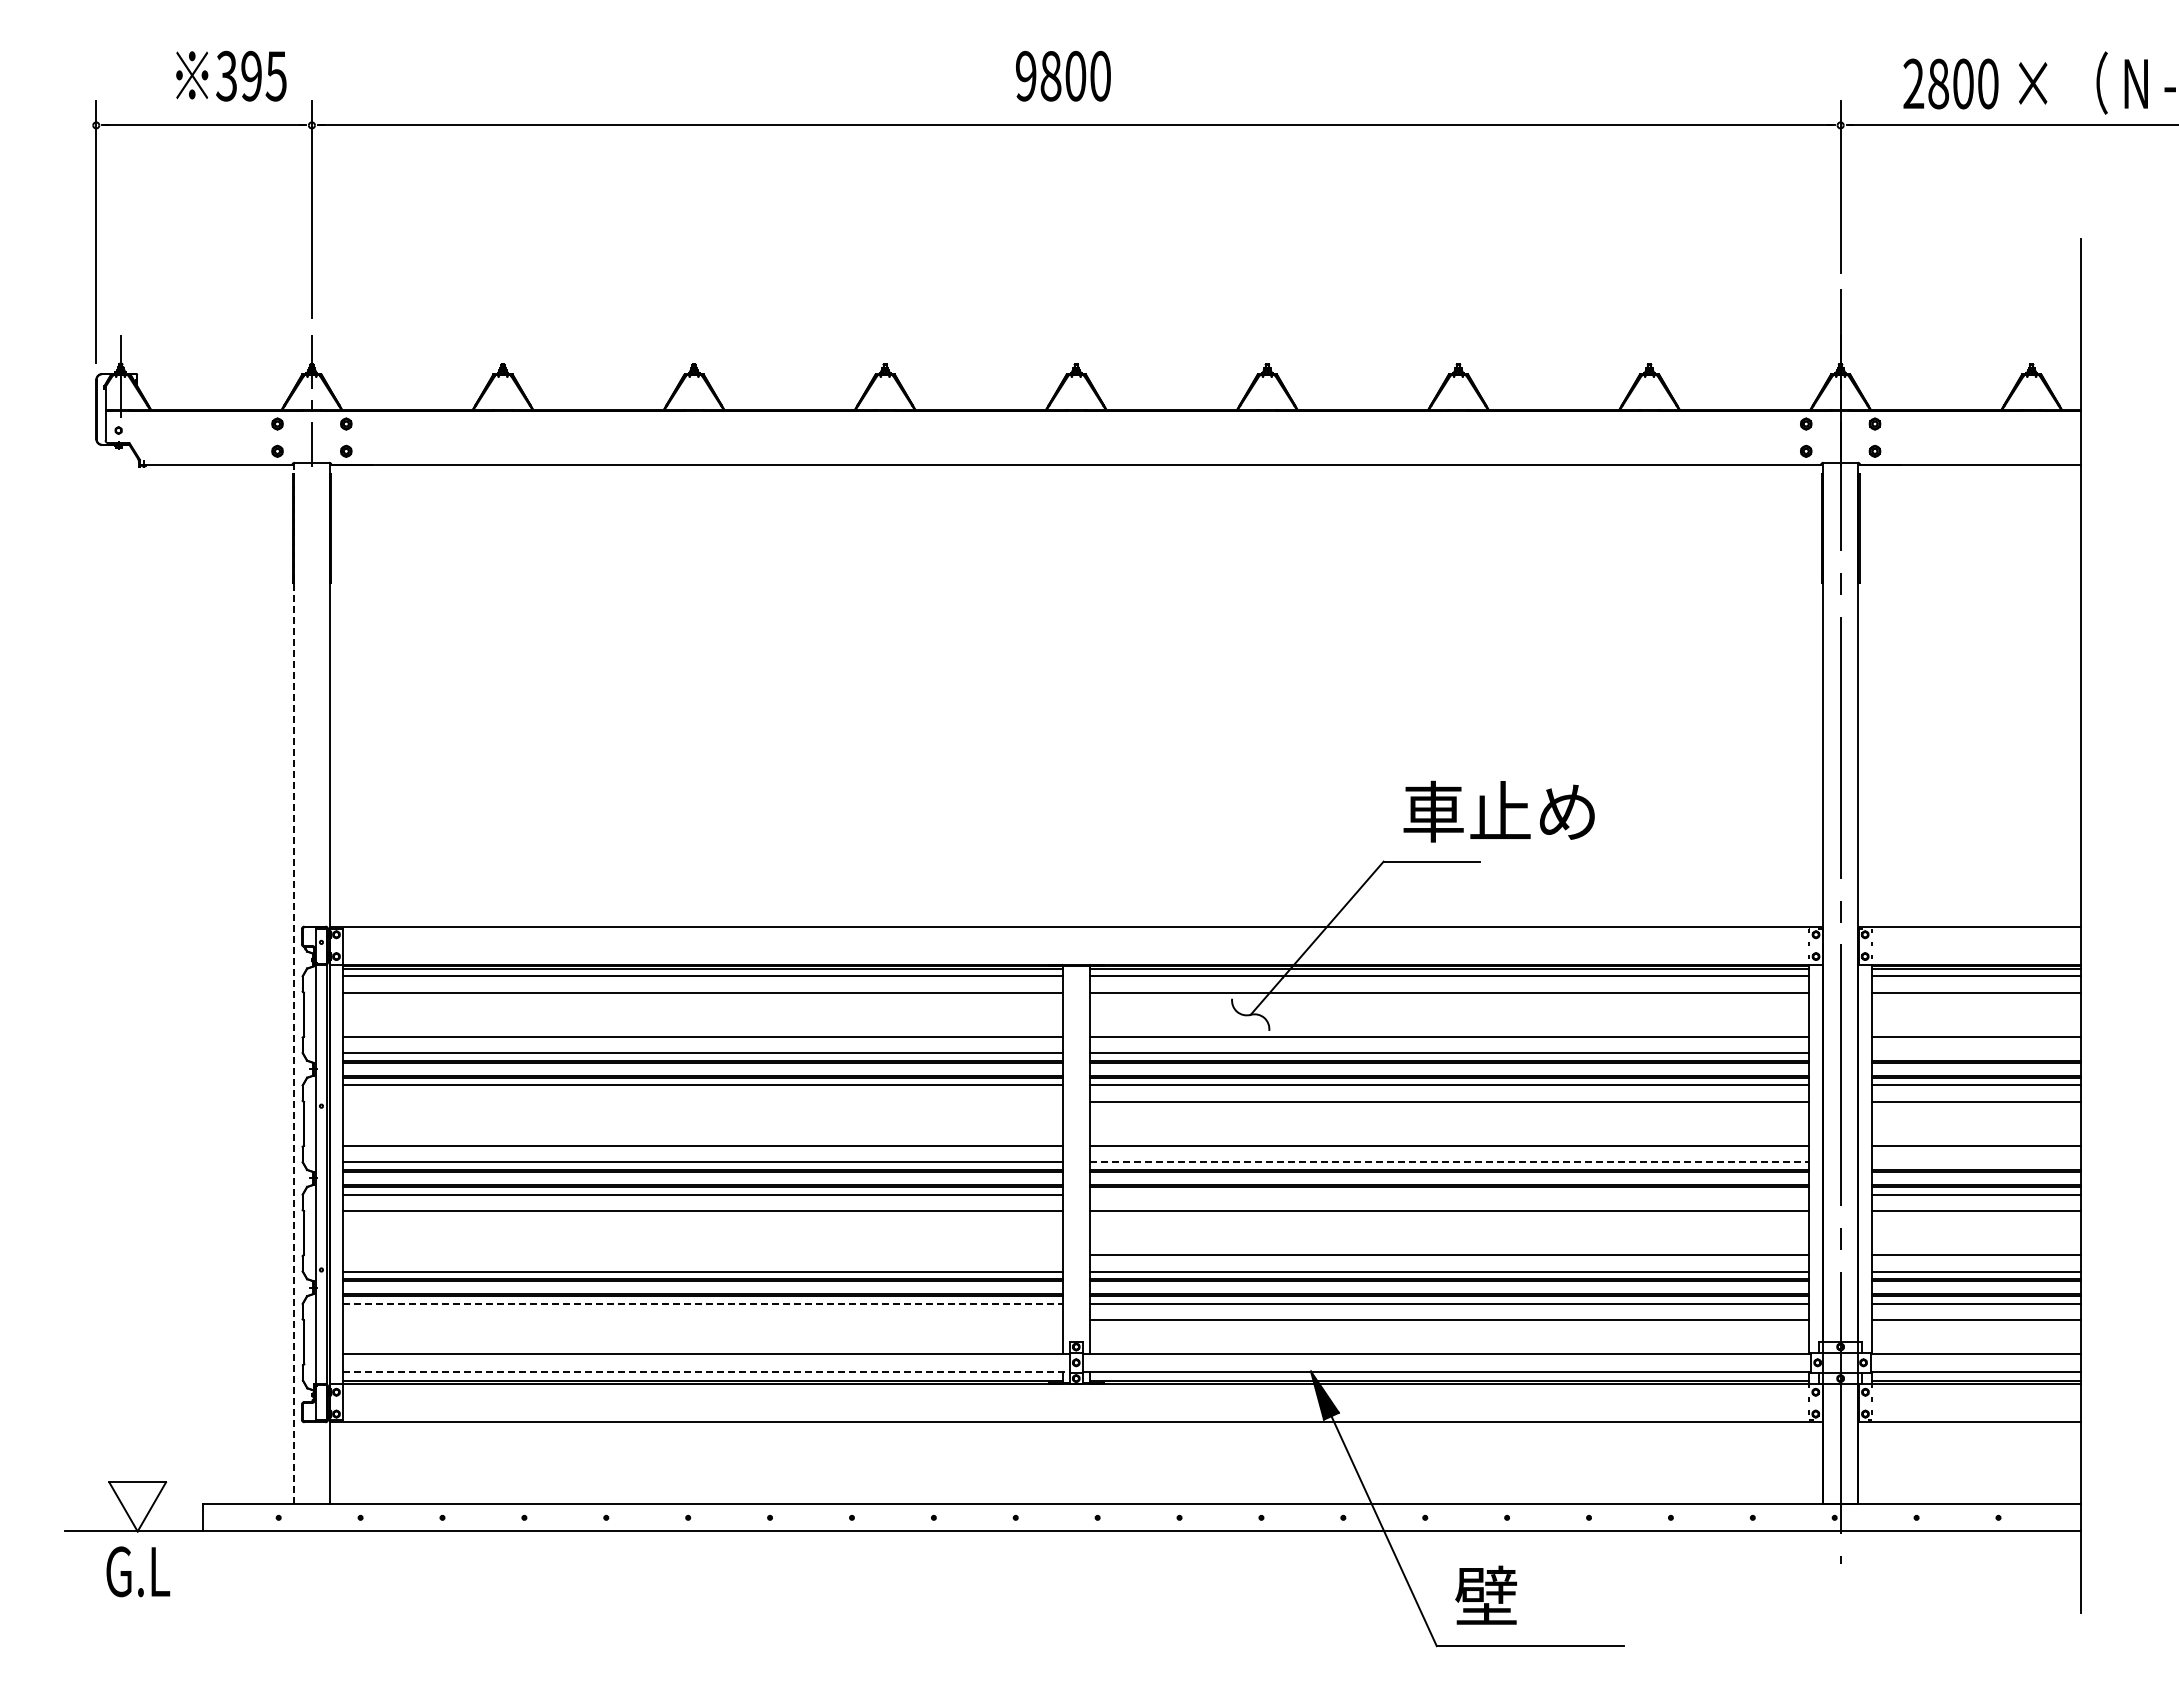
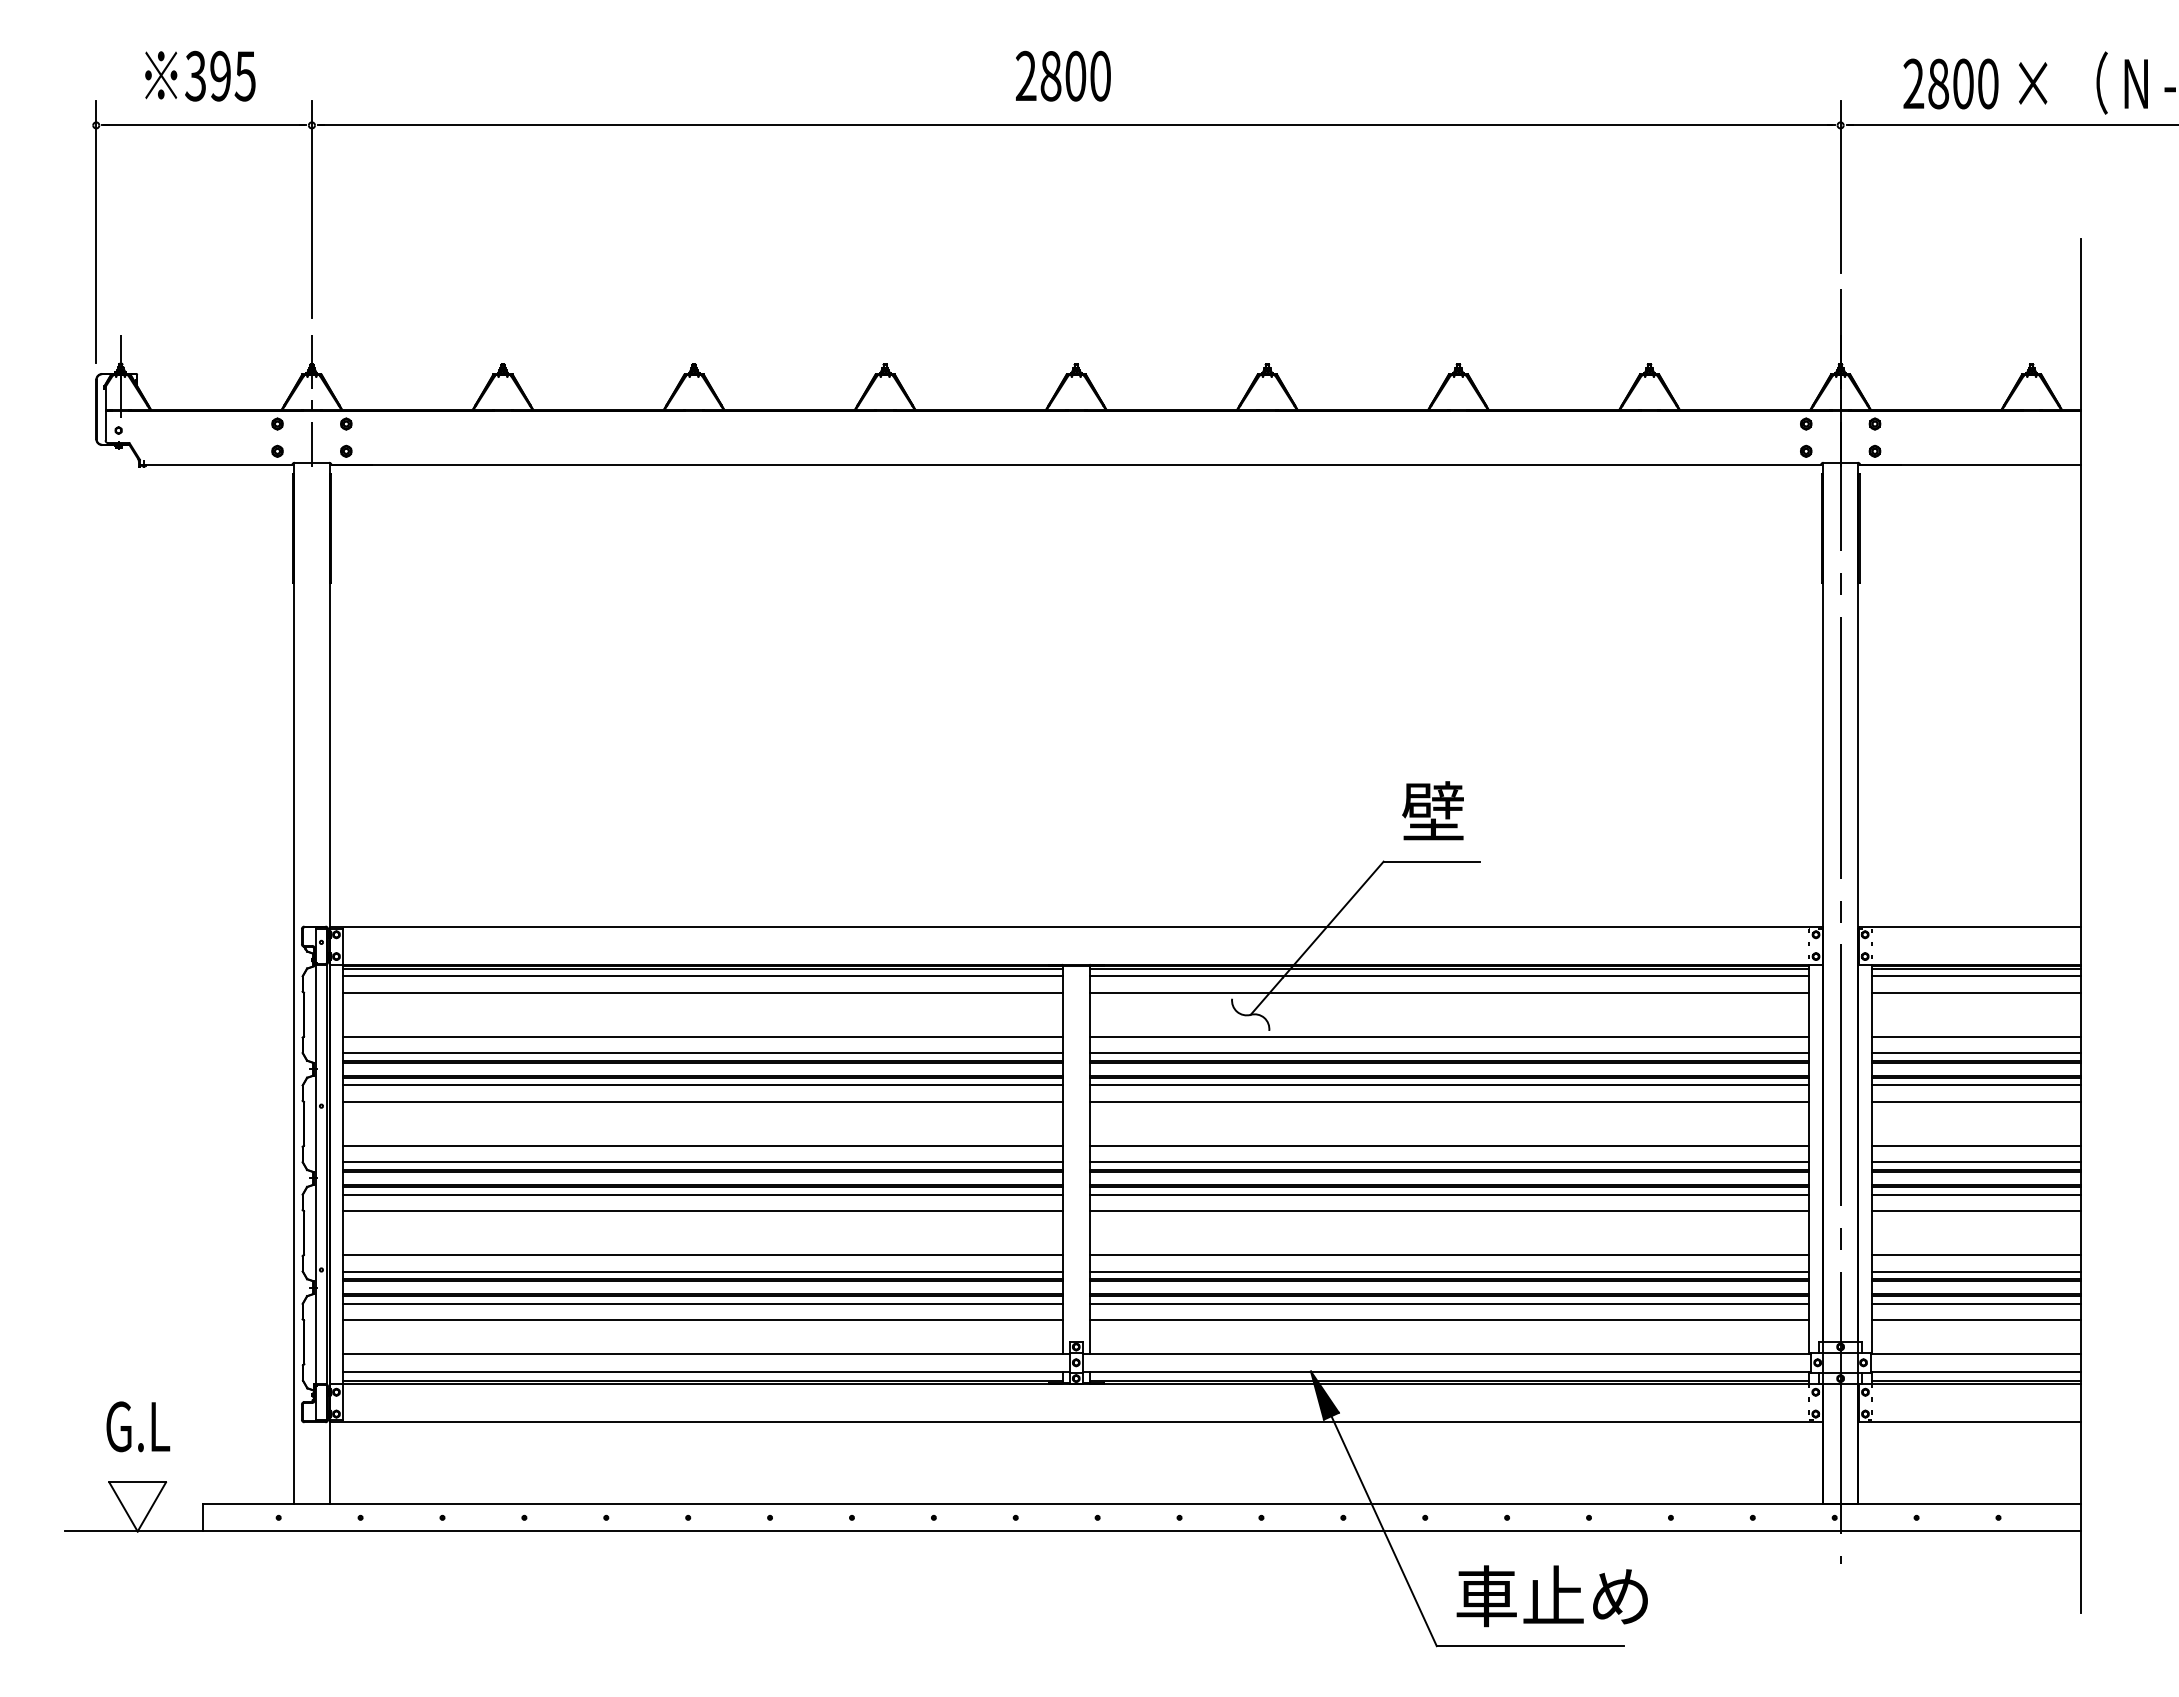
text at (231, 75) position: (231, 75) -> (200, 75)
text at (1025, 76): 9800 -> 2800
text at (1498, 811): 車止め -> 壁
line at (294, 983): dashed -> solid
line at (1976, 1053): none -> present
line at (702, 1101): none -> present
line at (1449, 1162): dashed -> solid
line at (1976, 1162): none -> present
line at (1449, 1194): none -> present
line at (702, 1255): none -> present
line at (702, 1303): dashed -> solid
line at (702, 1320): none -> present
line at (707, 1371): dashed -> solid
text at (138, 1571) position: (138, 1571) -> (138, 1426)
text at (1551, 1596): 壁 -> 車止め
